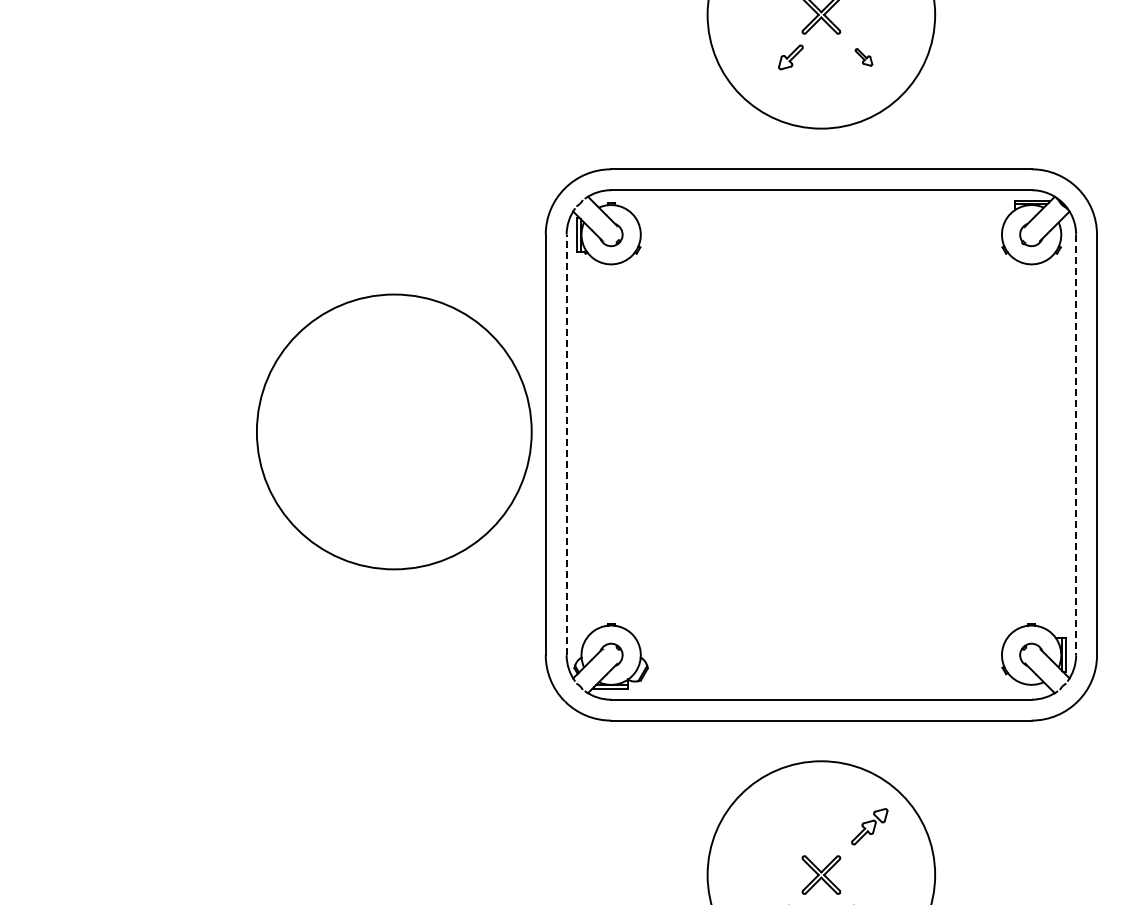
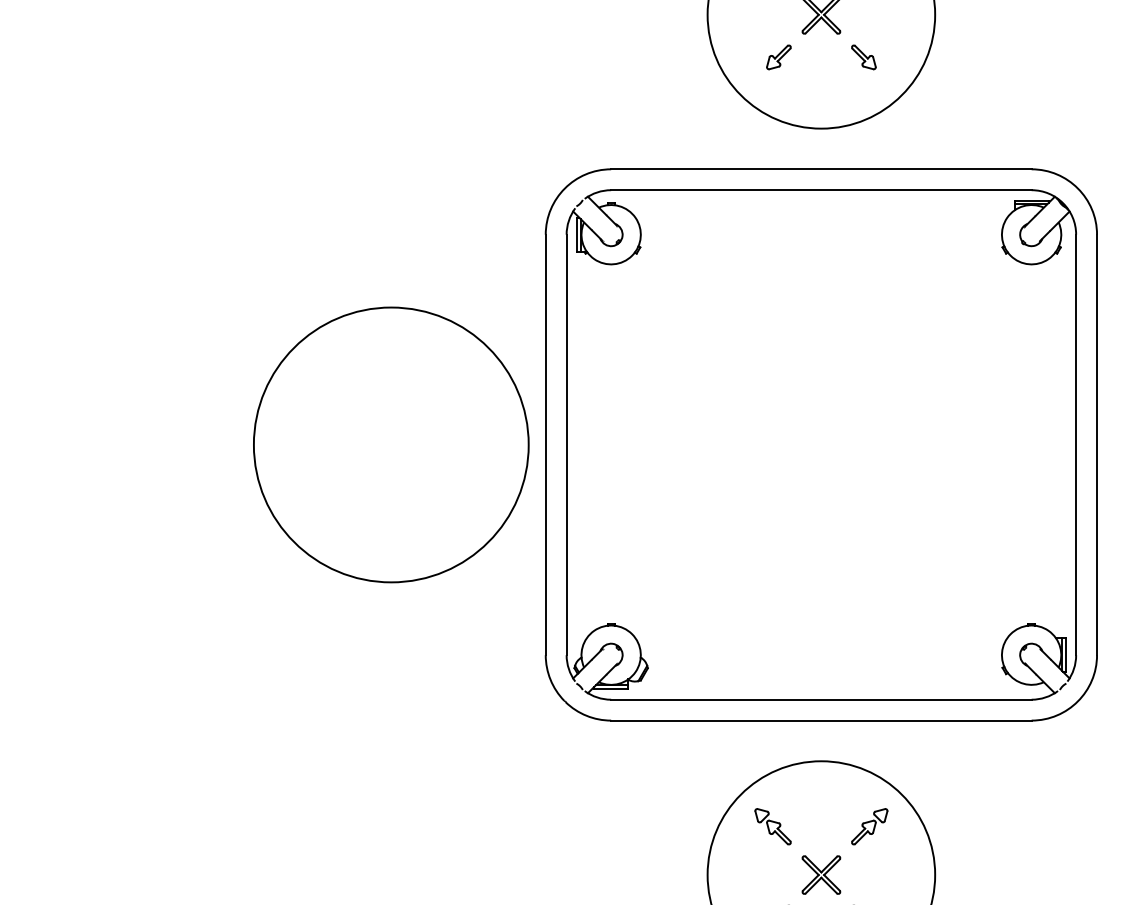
part at (790, 57) position: (790, 57) -> (778, 57)
part at (863, 57) size: 20x19 px -> 26x27 px
circle at (394, 431) position: (394, 431) -> (391, 444)
line at (566, 444): dashed -> solid
line at (1076, 445): dashed -> solid
part at (772, 826): none -> present
